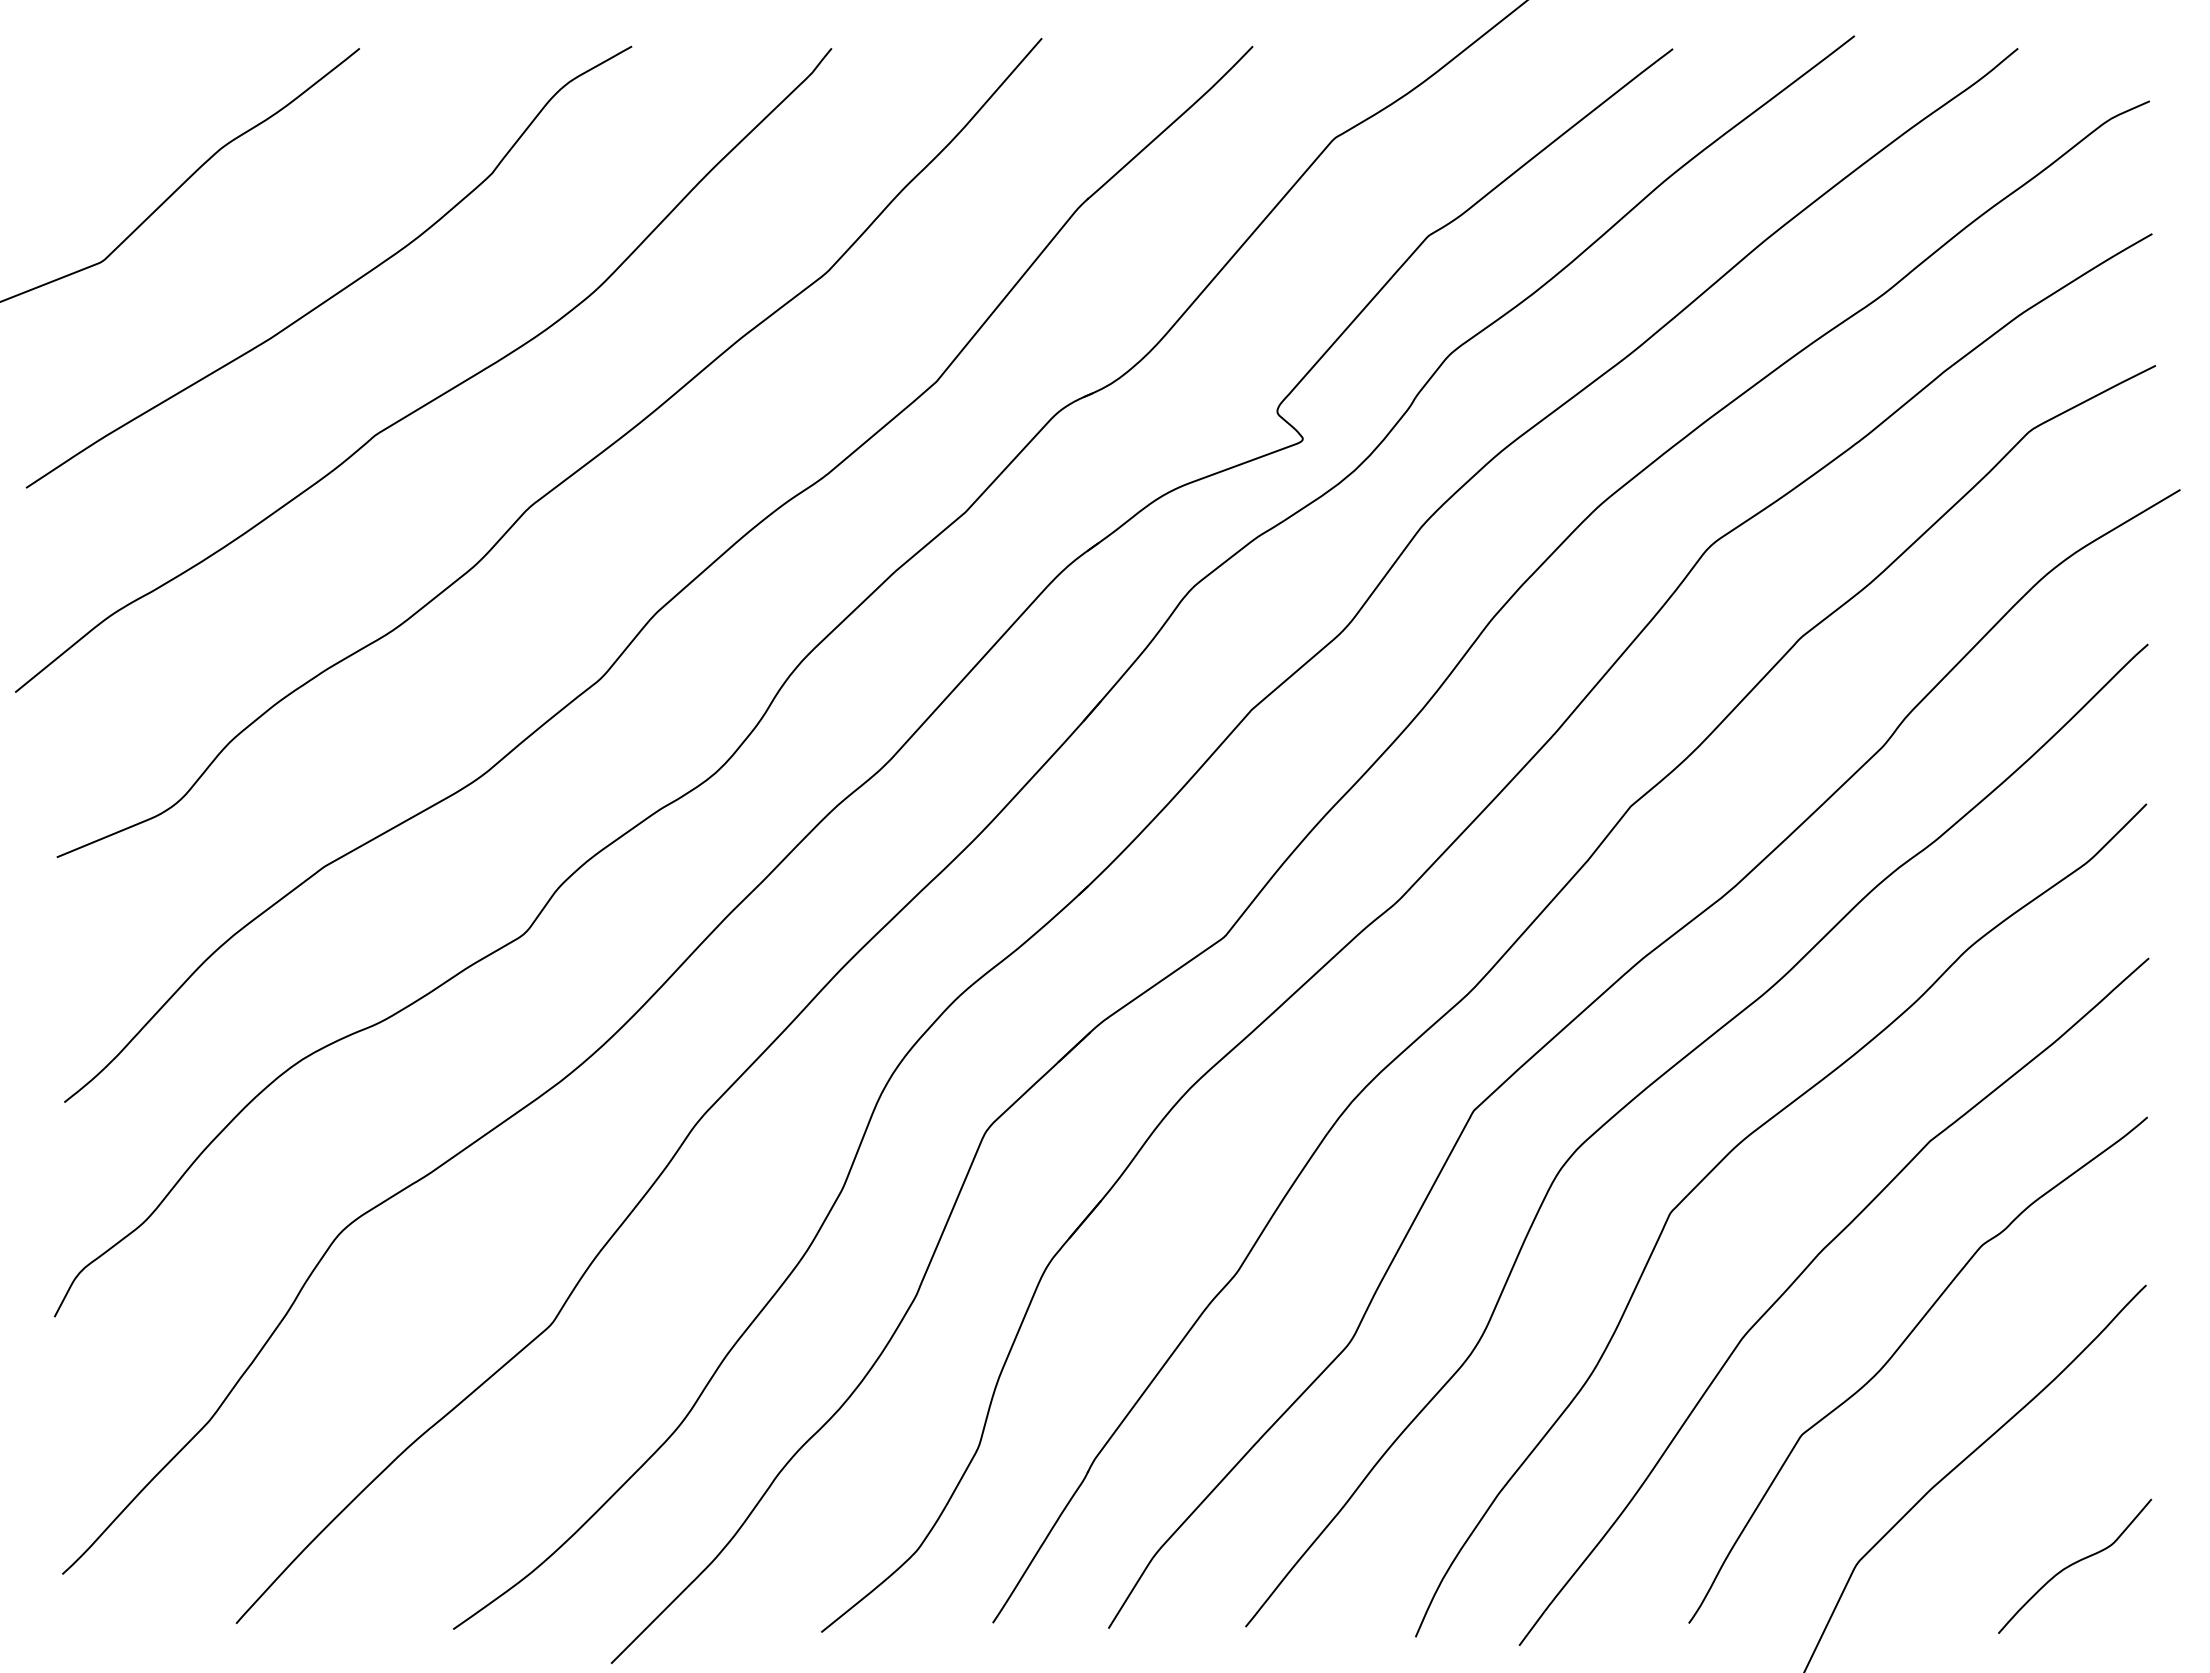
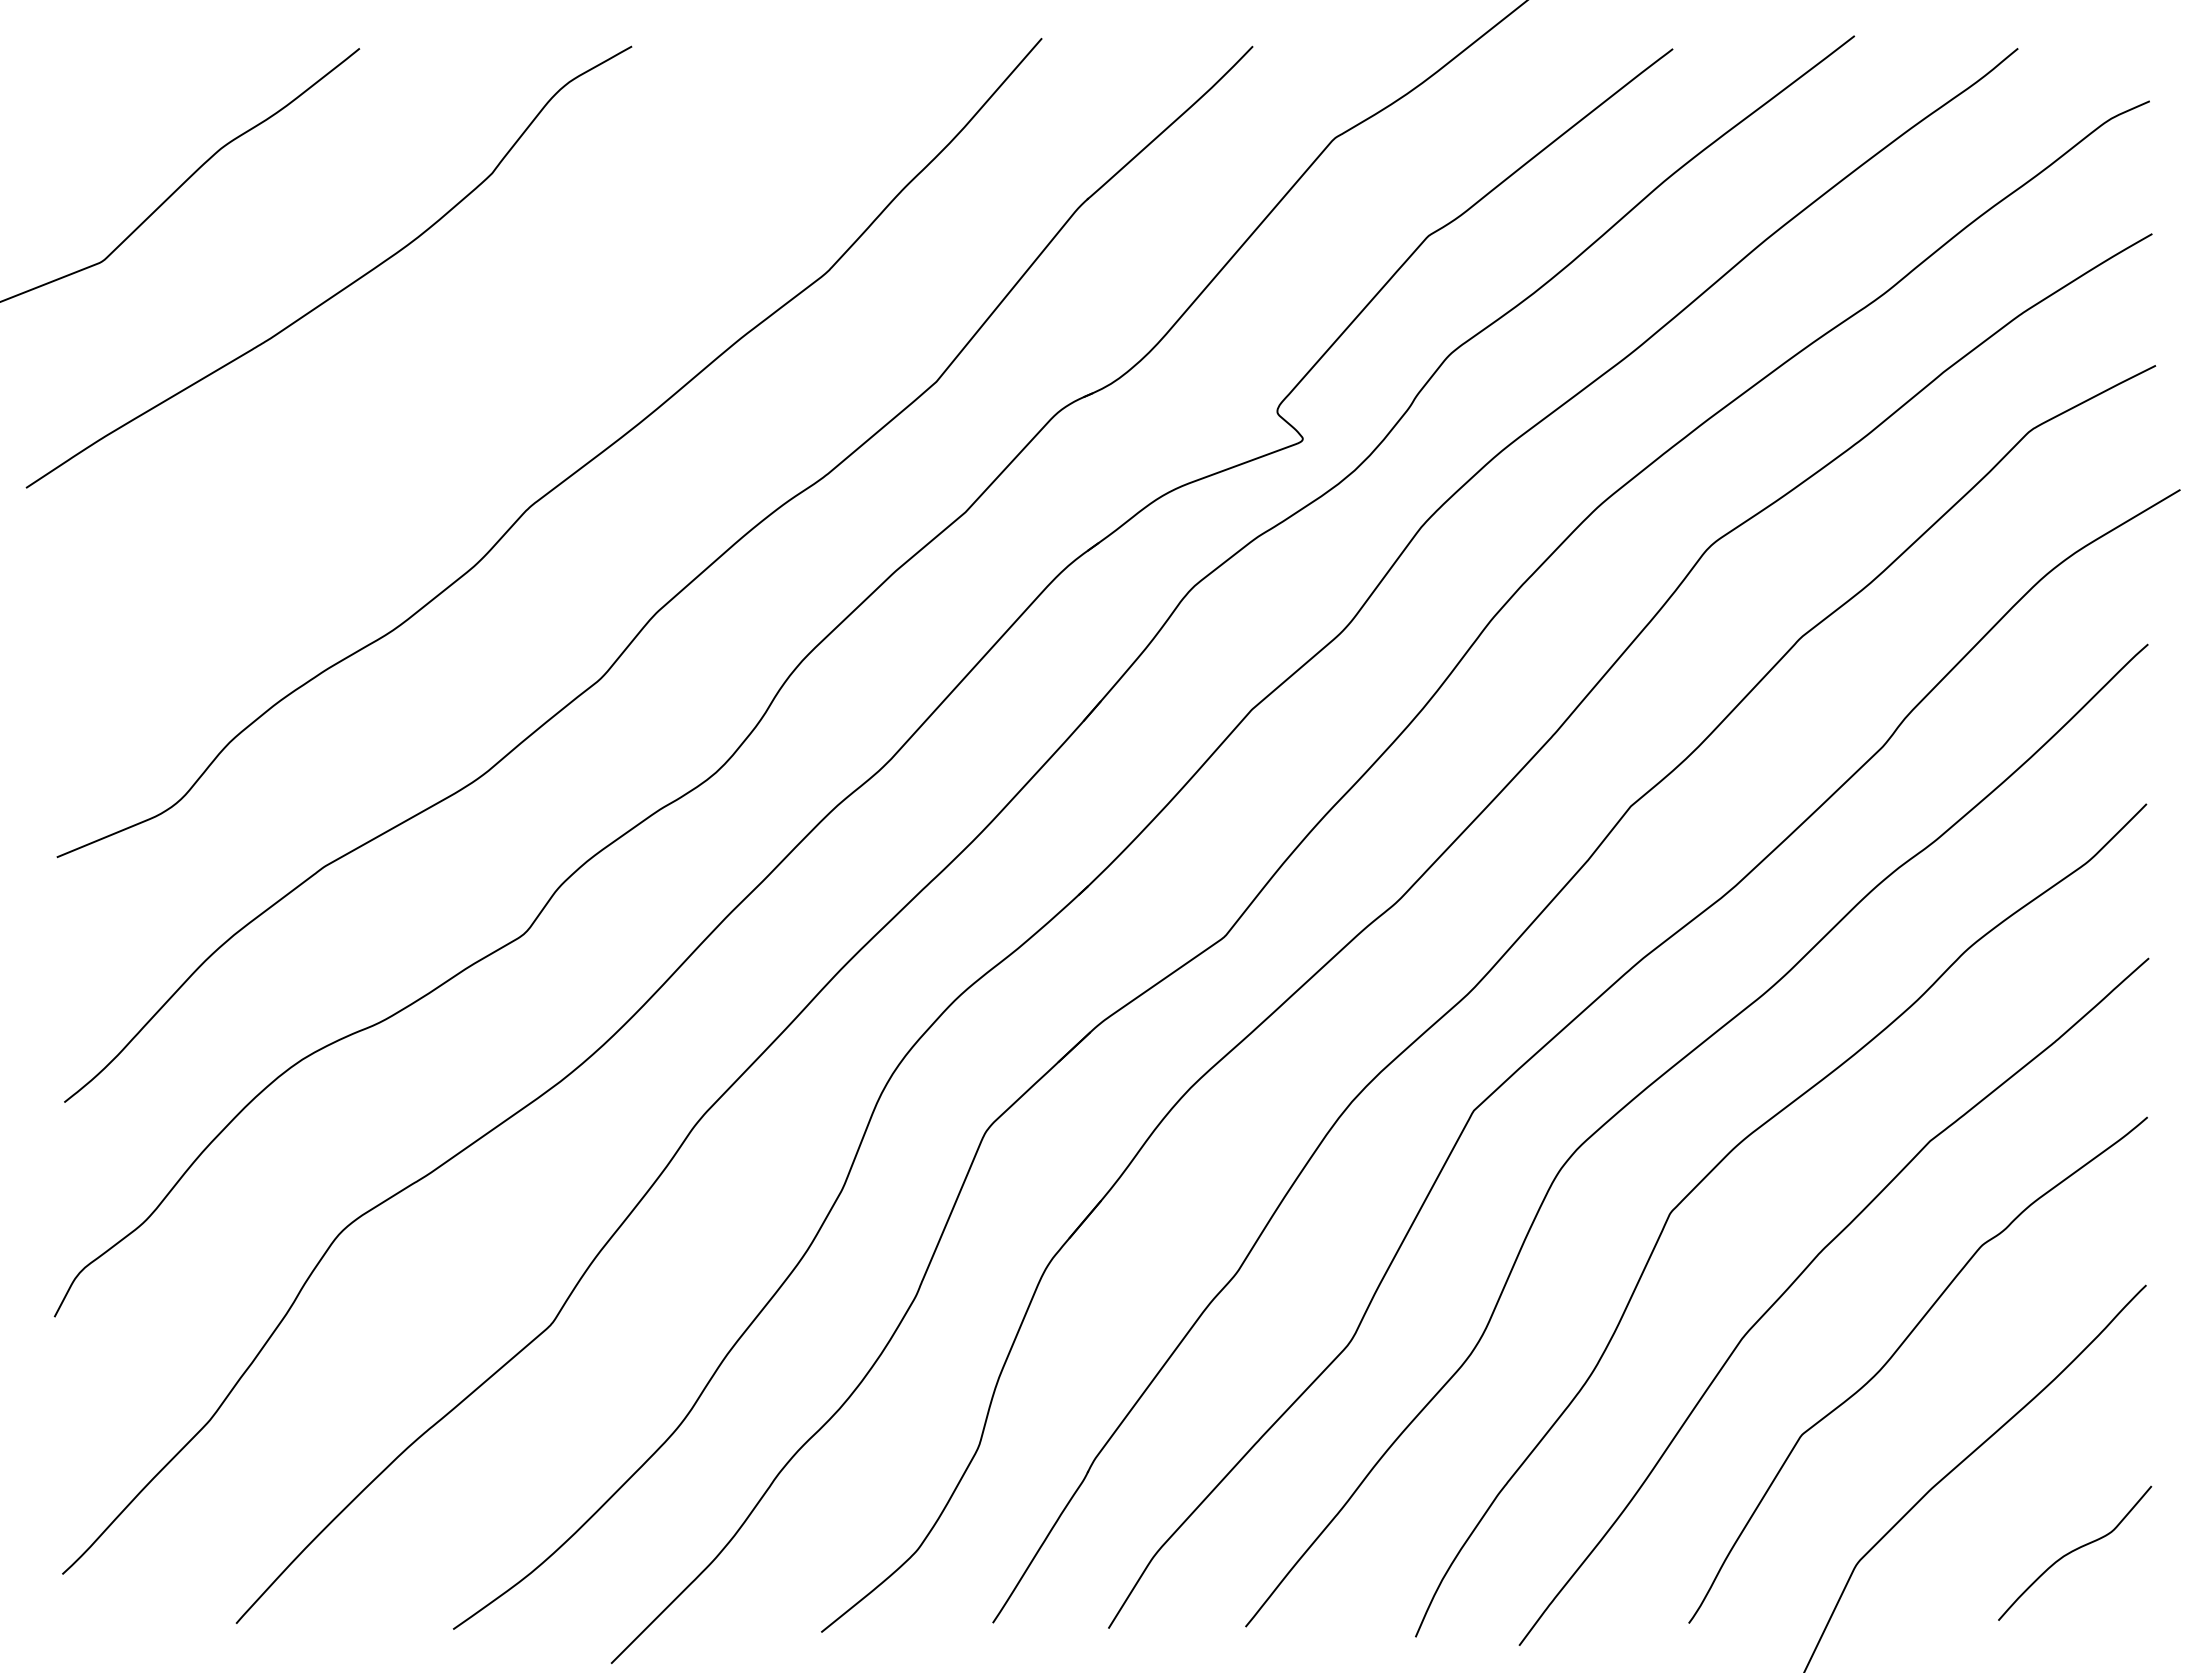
curve at (440, 394): present -> none
curve at (2074, 1564) position: (2074, 1564) -> (2074, 1551)
